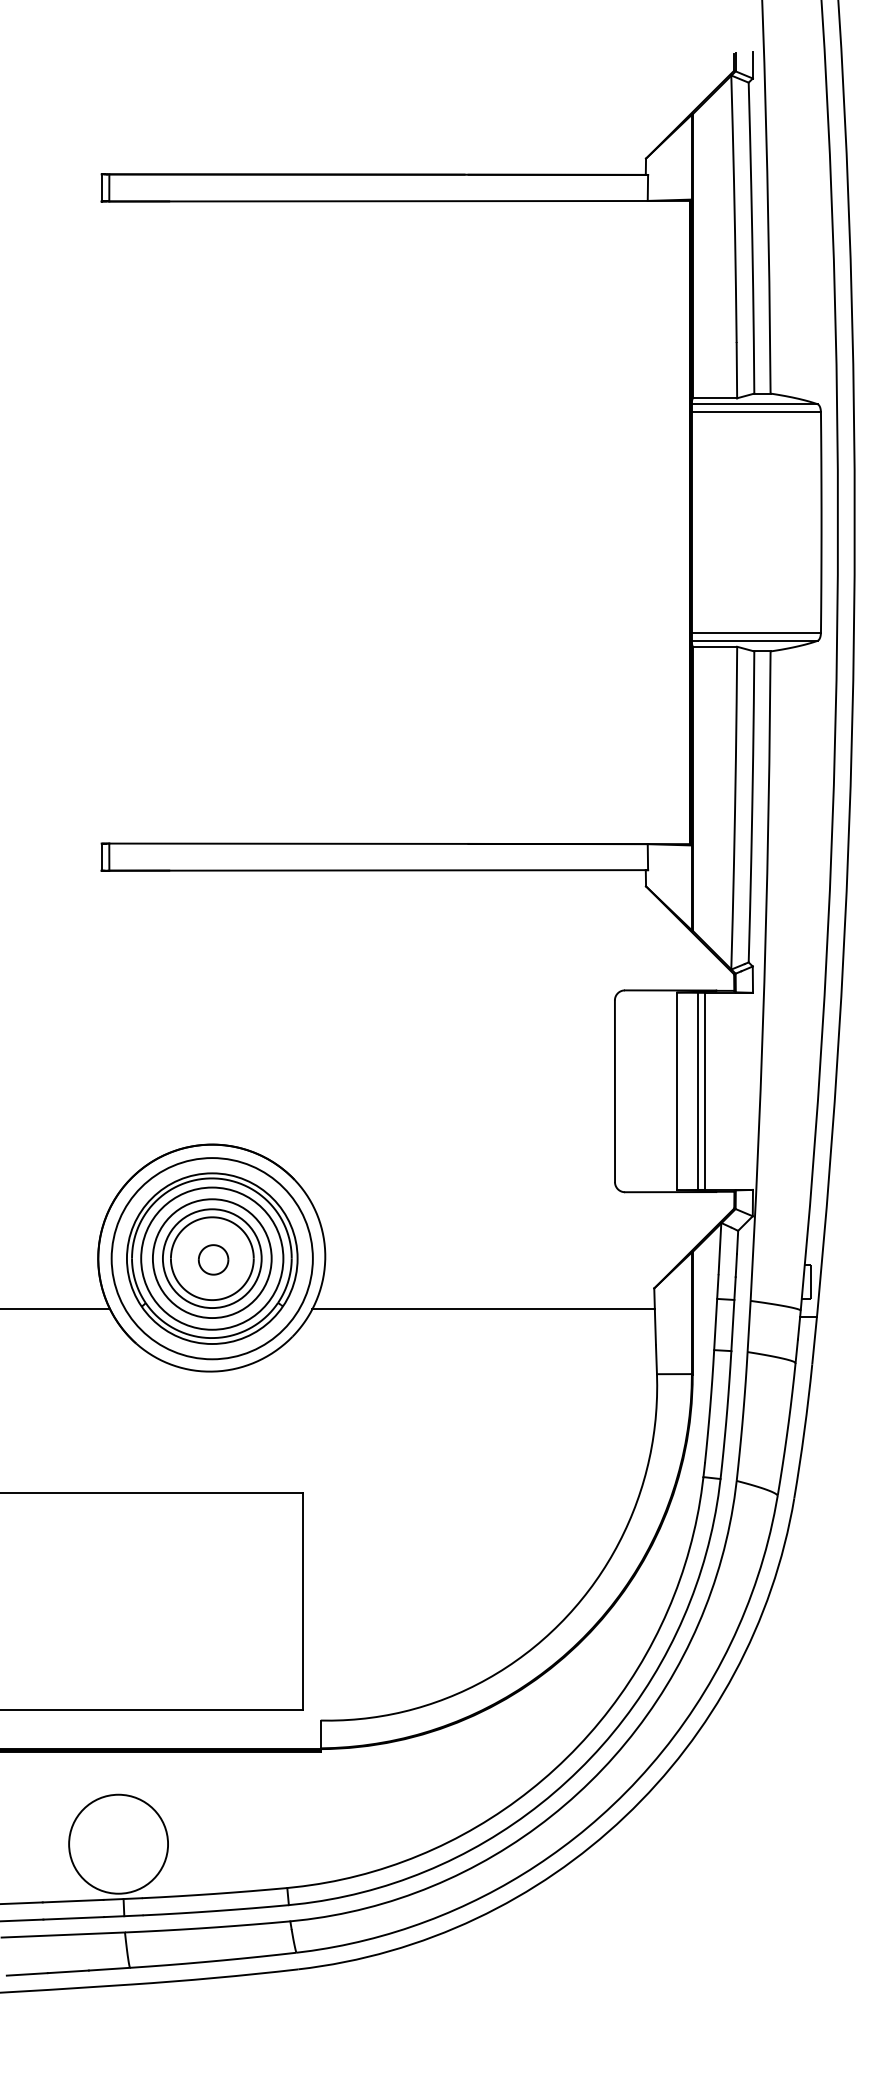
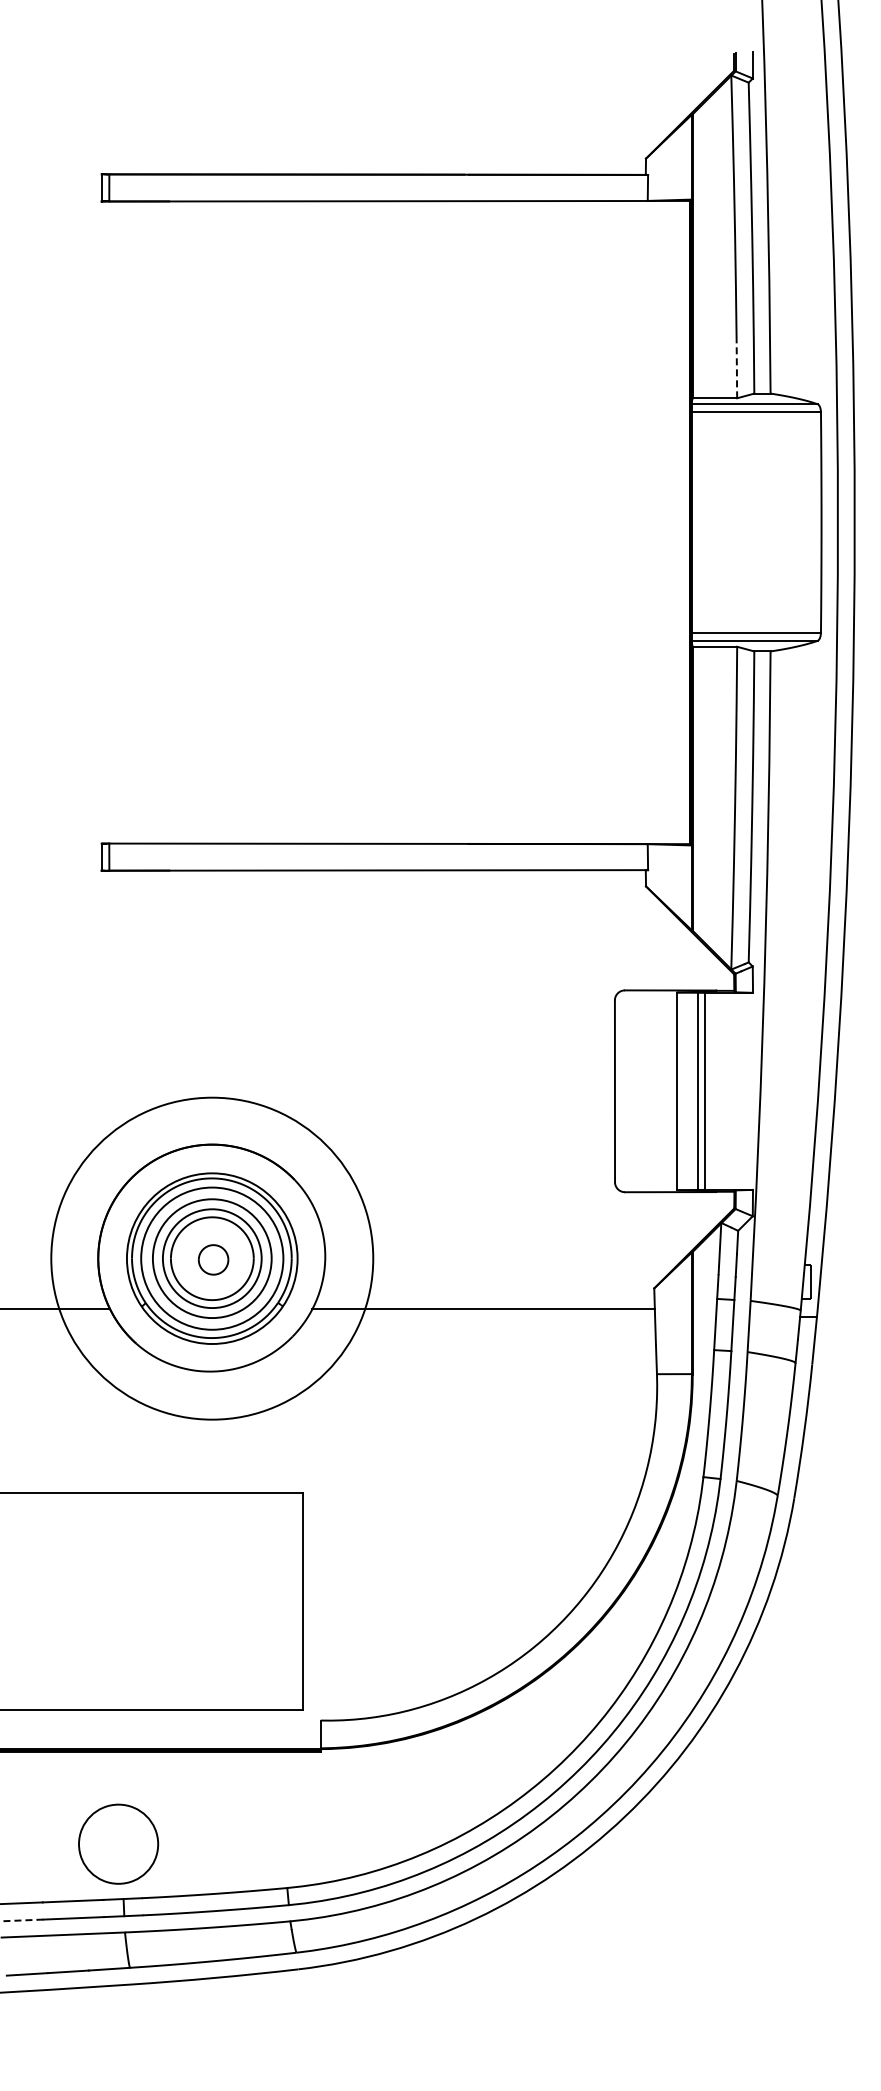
line at (736, 370): solid -> dashed
circle at (211, 1258) diameter: 201 px -> 322 px
circle at (118, 1843) diameter: 99 px -> 79 px
line at (21, 1920): solid -> dashed
